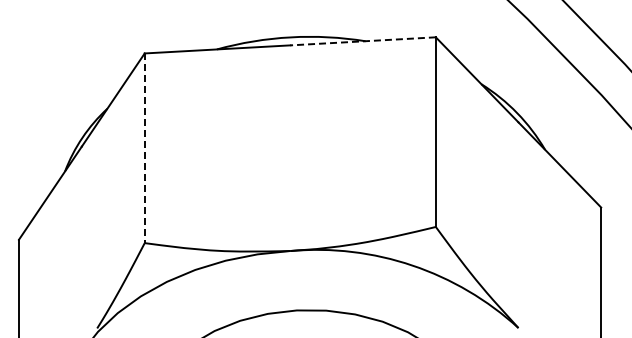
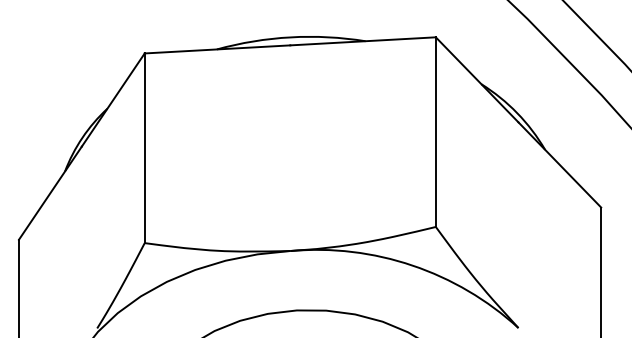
line at (363, 41): dashed -> solid
line at (144, 148): dashed -> solid
